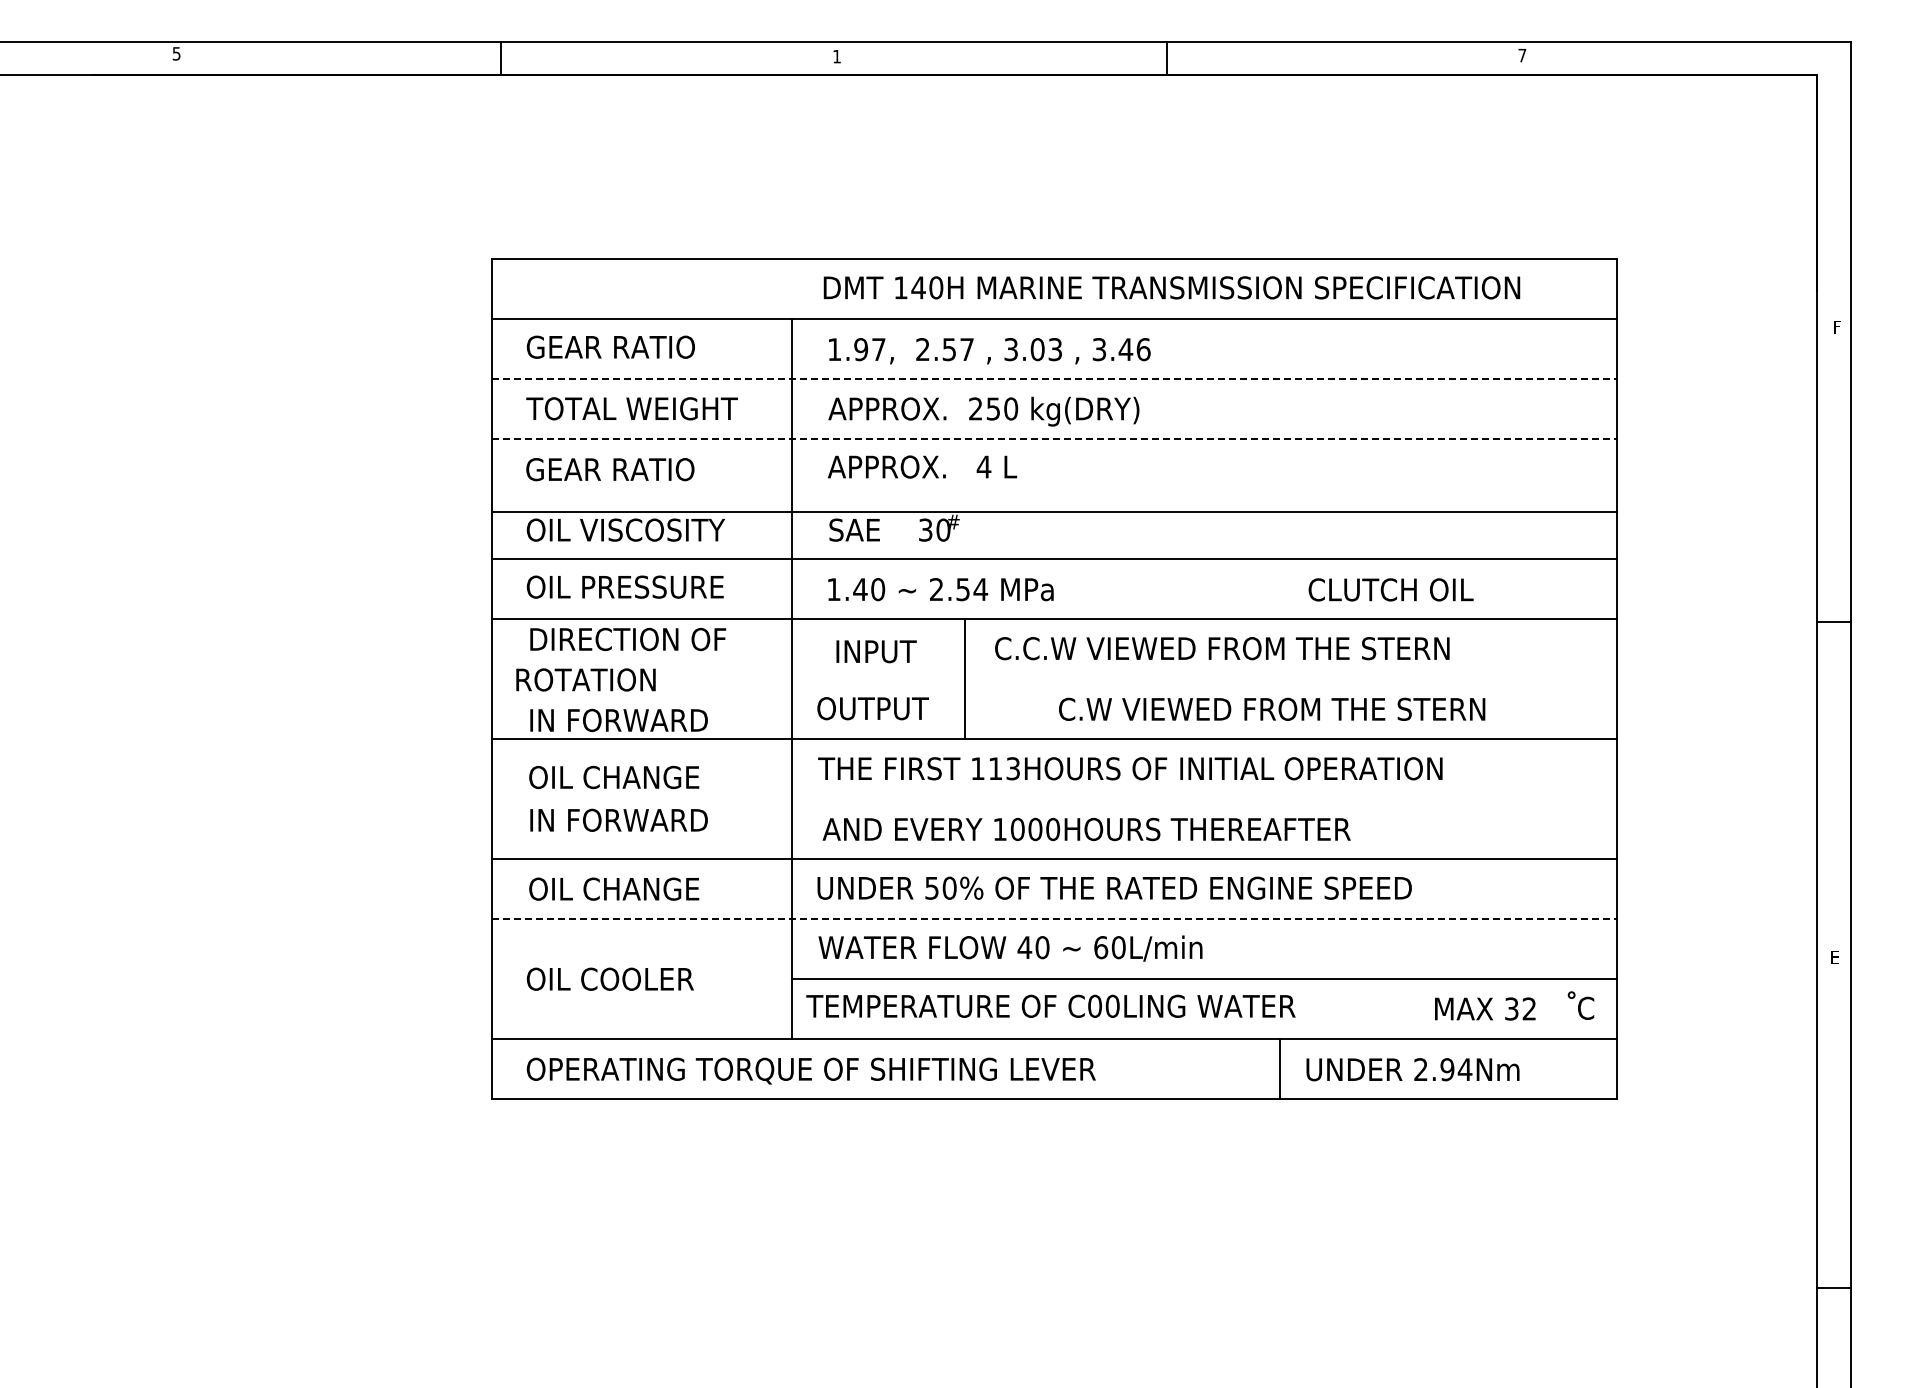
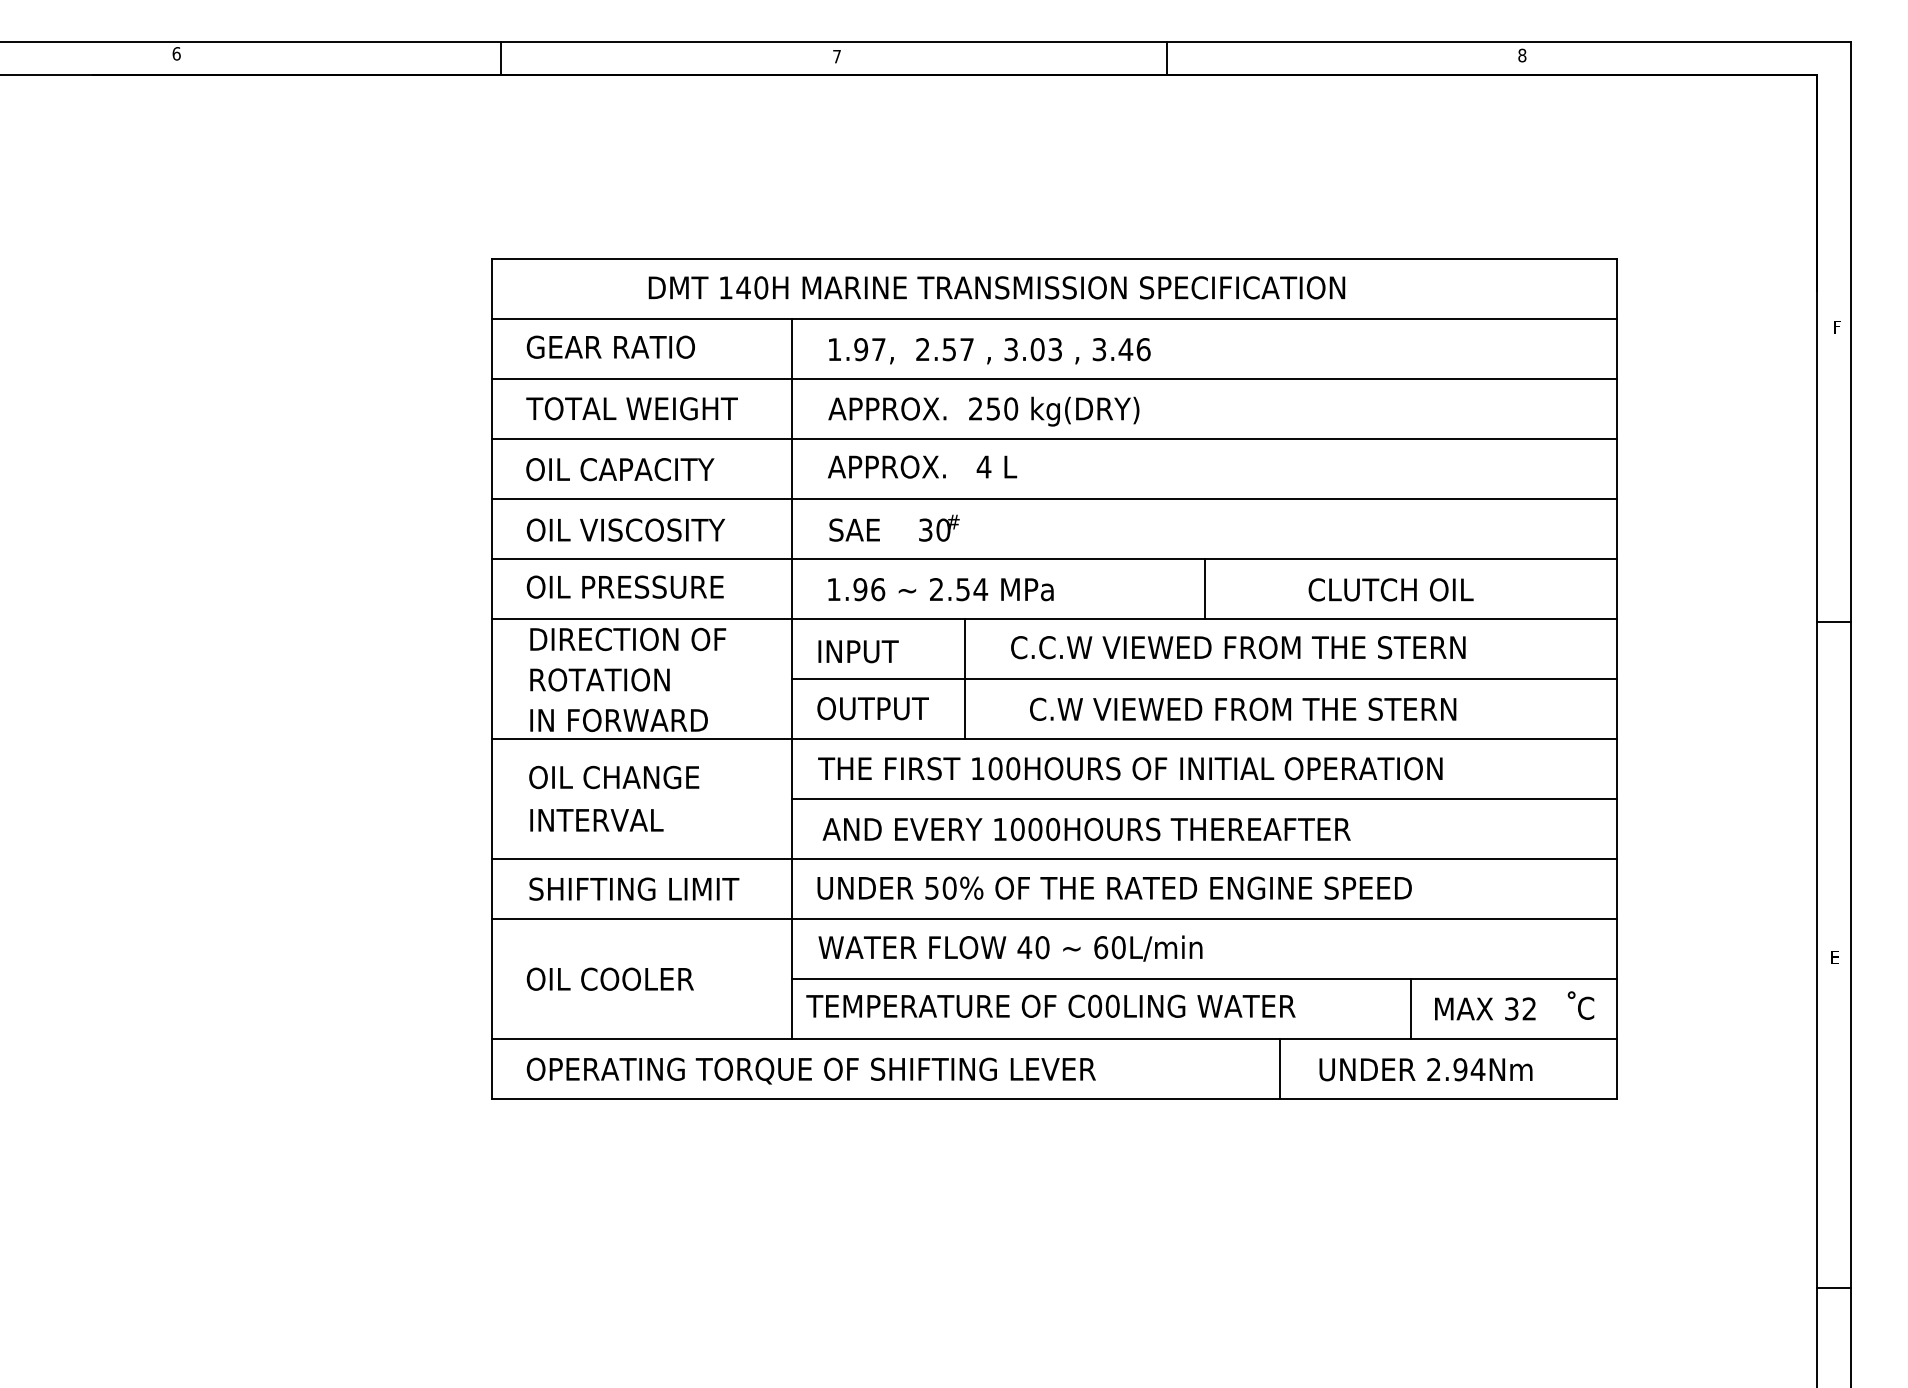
text at (176, 53): 5 -> 6
text at (1522, 55): 7 -> 8
text at (836, 56): 1 -> 7
text at (1171, 287) position: (1171, 287) -> (996, 287)
line at (1055, 379): dashed -> solid
line at (1055, 439): dashed -> solid
text at (623, 469): GEAR RATIO -> OIL CAPACITY
line at (1054, 512) position: (1054, 512) -> (1054, 499)
text at (869, 589): 1.40 -> 1.96
line at (1204, 589): none -> present
text at (1222, 648) position: (1222, 648) -> (1238, 647)
text at (876, 651) position: (876, 651) -> (858, 651)
text at (585, 679) position: (585, 679) -> (599, 679)
line at (1204, 679): none -> present
text at (1272, 708) position: (1272, 708) -> (1243, 708)
text at (1004, 768): 113HOURS -> 100HOURS
line at (1204, 799): none -> present
text at (631, 819): IN FORWARD -> INTERVAL
text at (634, 888): OIL CHANGE -> SHIFTING LIMIT
line at (1055, 919): dashed -> solid
line at (1411, 1009): none -> present
text at (1412, 1069) position: (1412, 1069) -> (1425, 1069)
